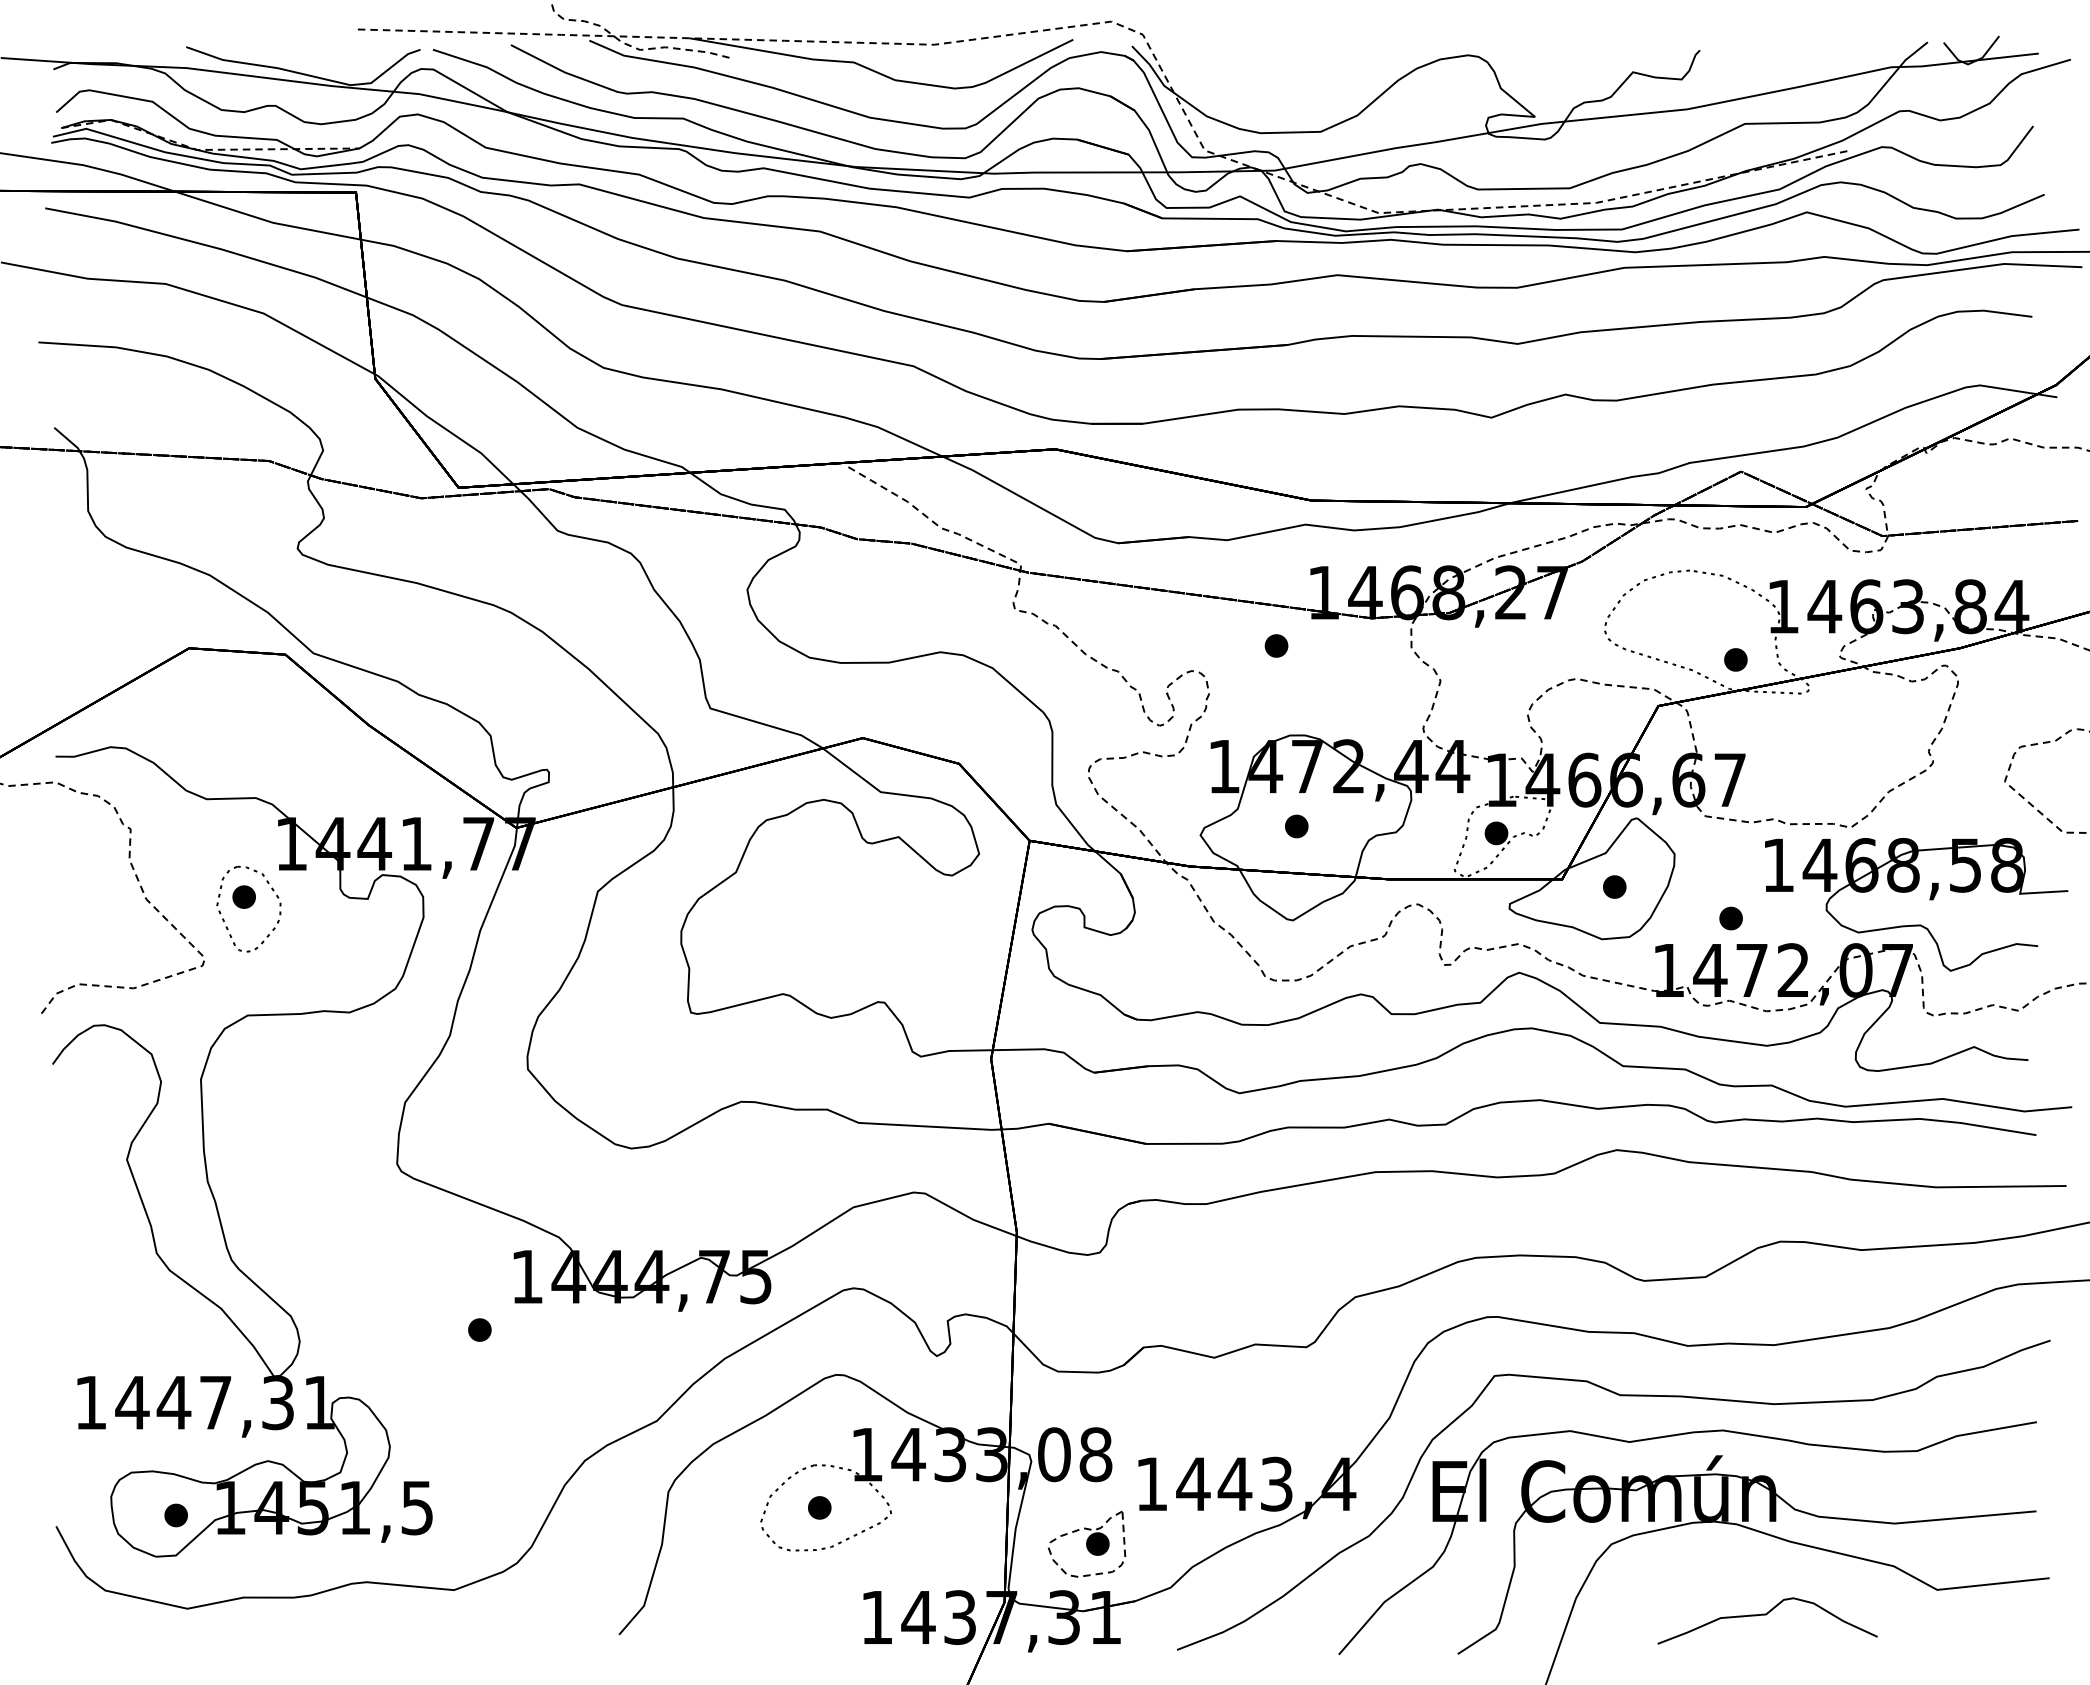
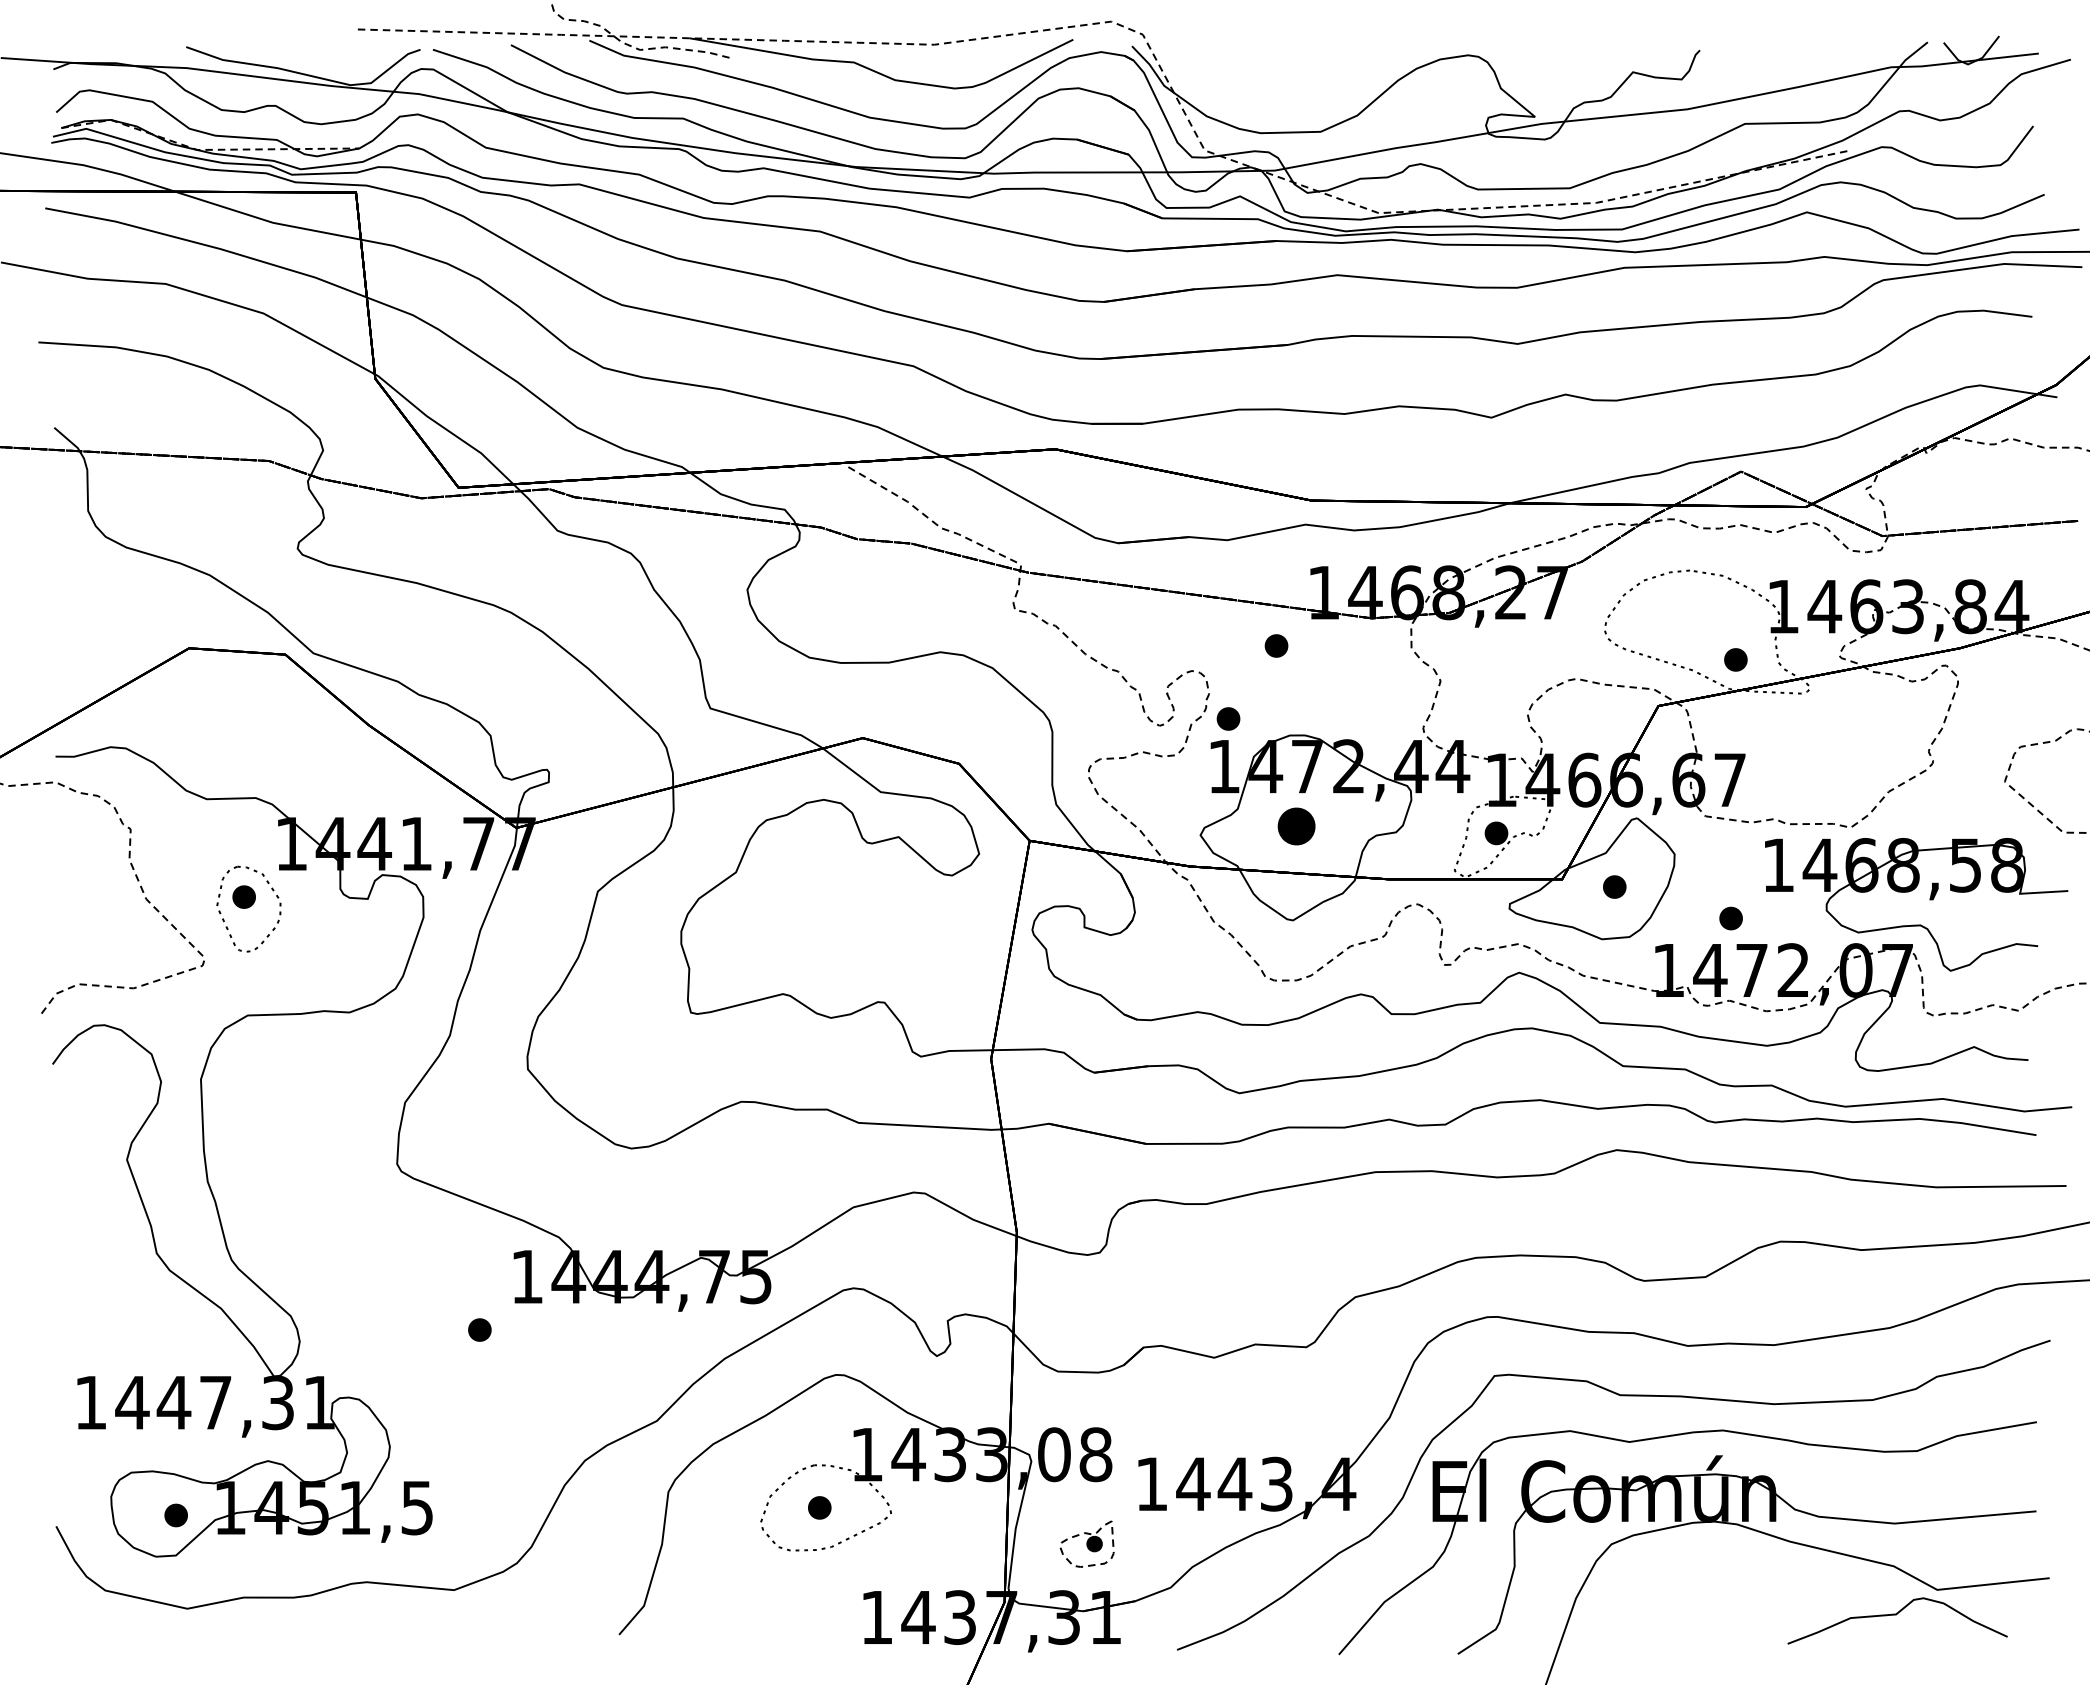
part at (1228, 718): none -> present
part at (1296, 826) size: 24x25 px -> 39x39 px
part at (1086, 1543) size: 80x68 px -> 56x48 px
curve at (1766, 1615) position: (1766, 1615) -> (1896, 1615)
